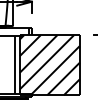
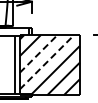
line at (38, 54): solid -> dashed
line at (47, 62): solid -> dashed
